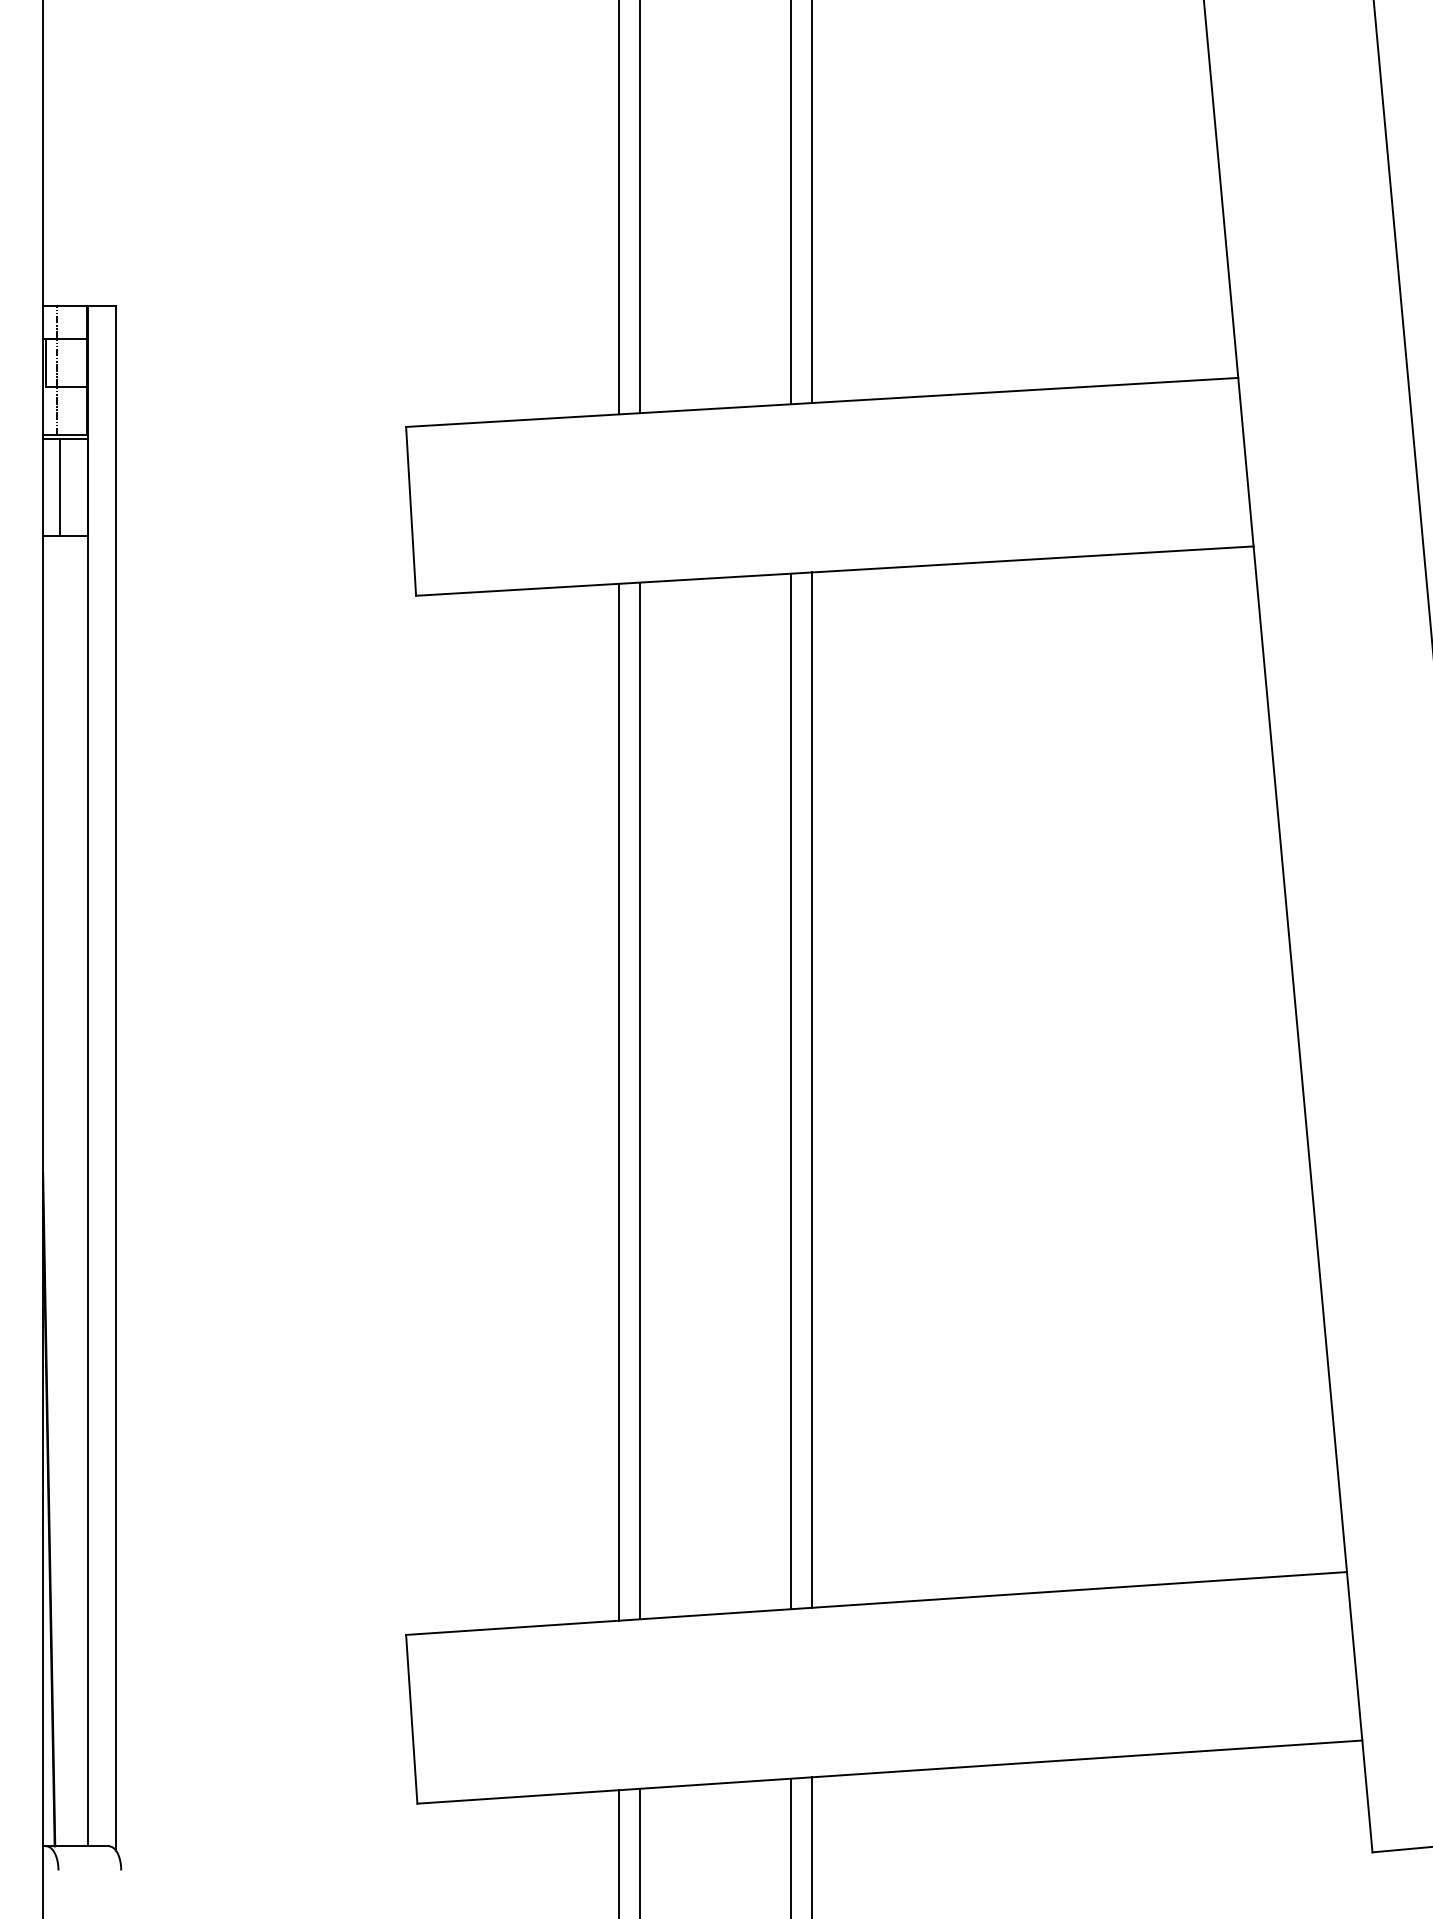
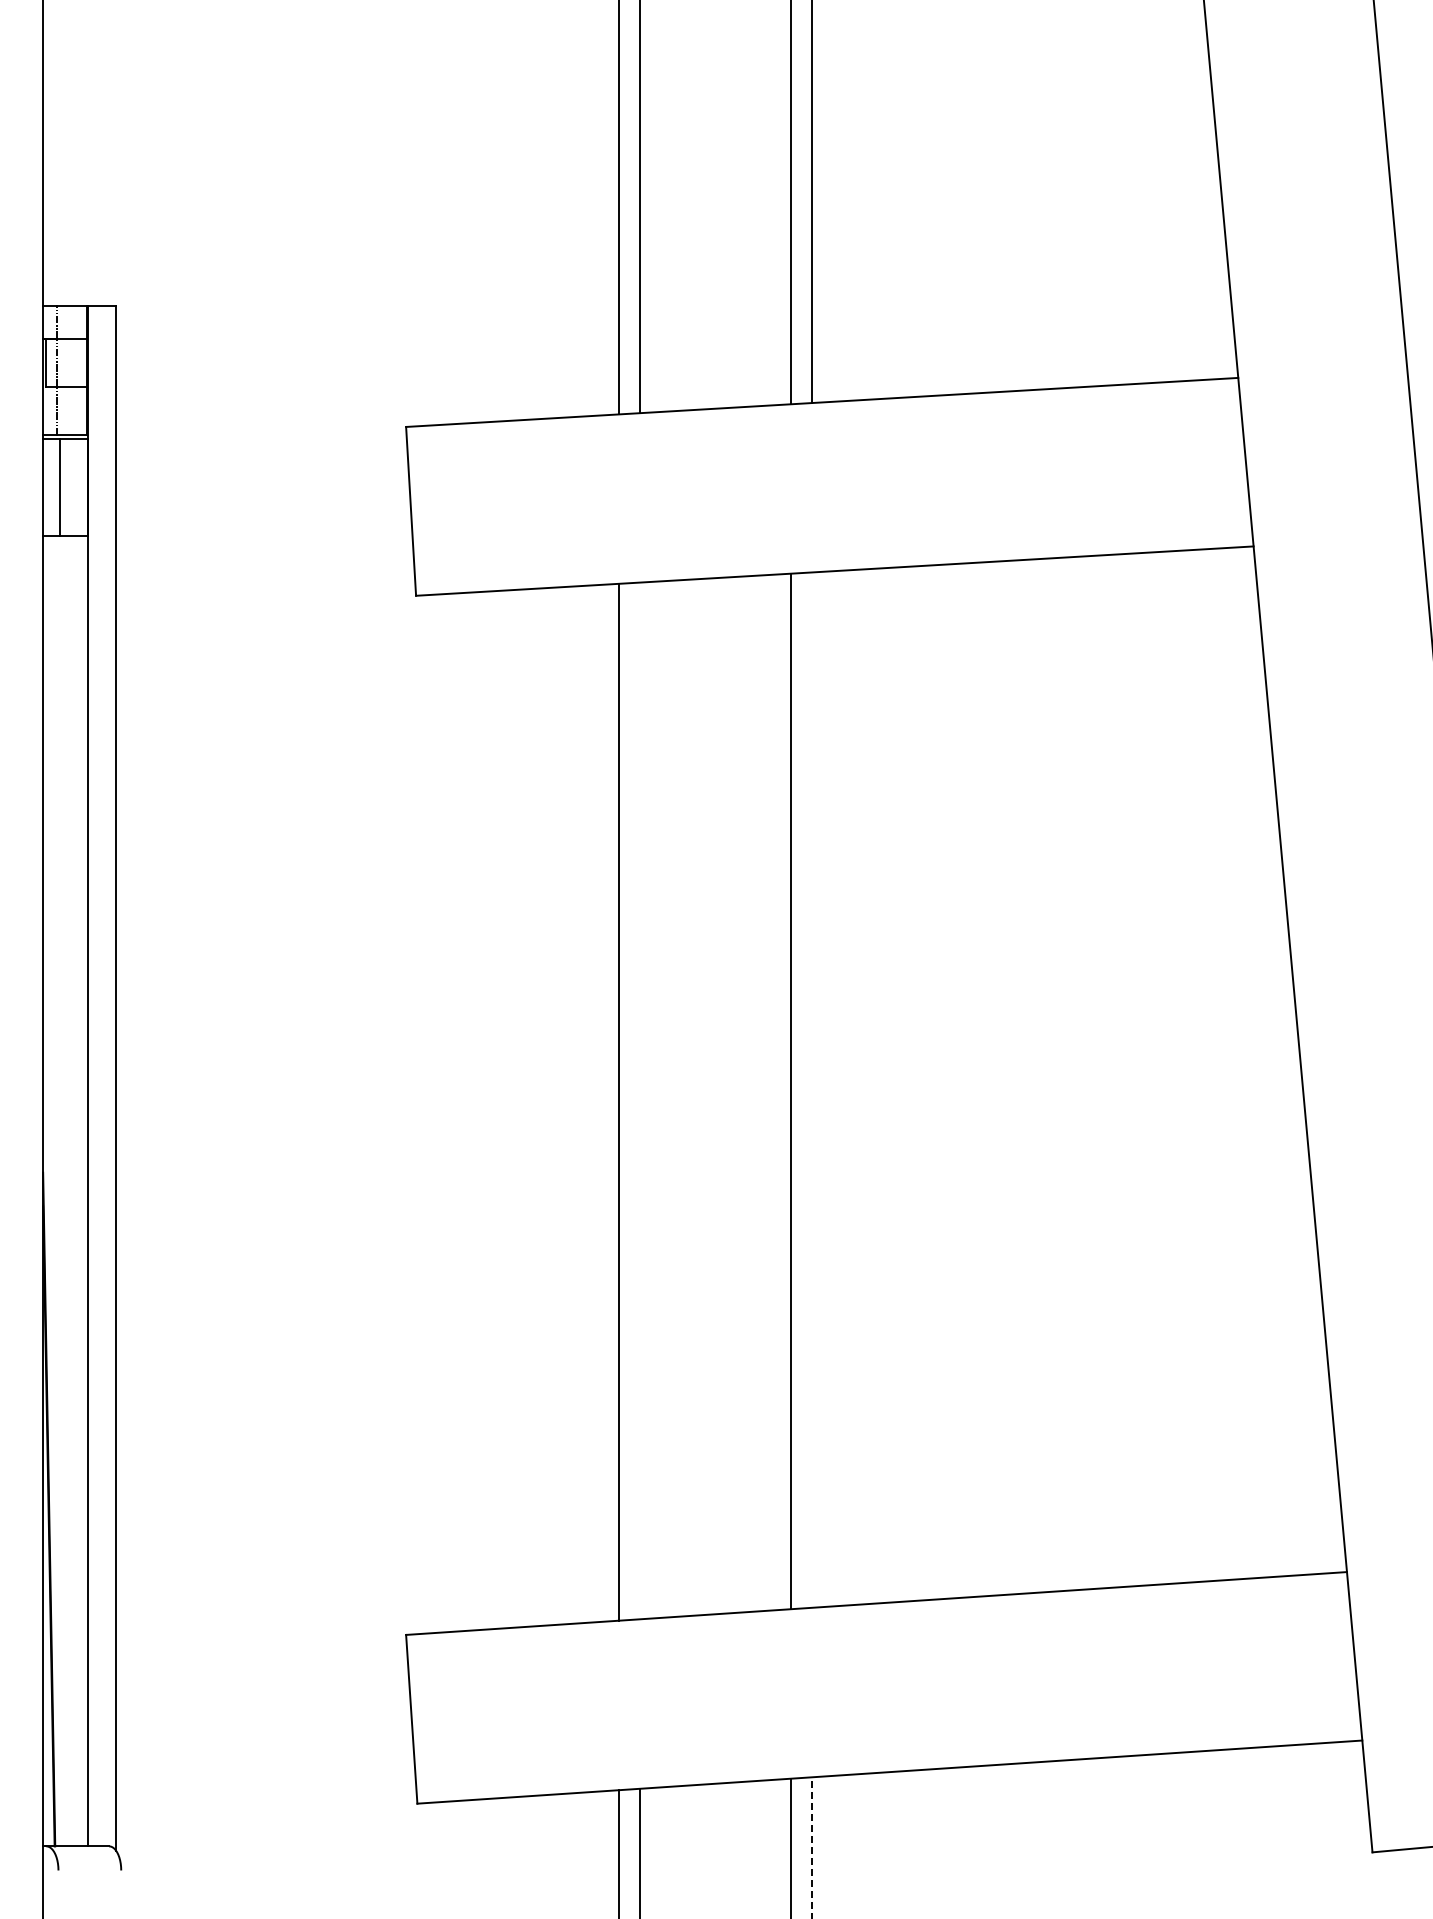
line at (812, 1089): present -> none
line at (639, 1100): present -> none
line at (812, 1847): solid -> dashed
